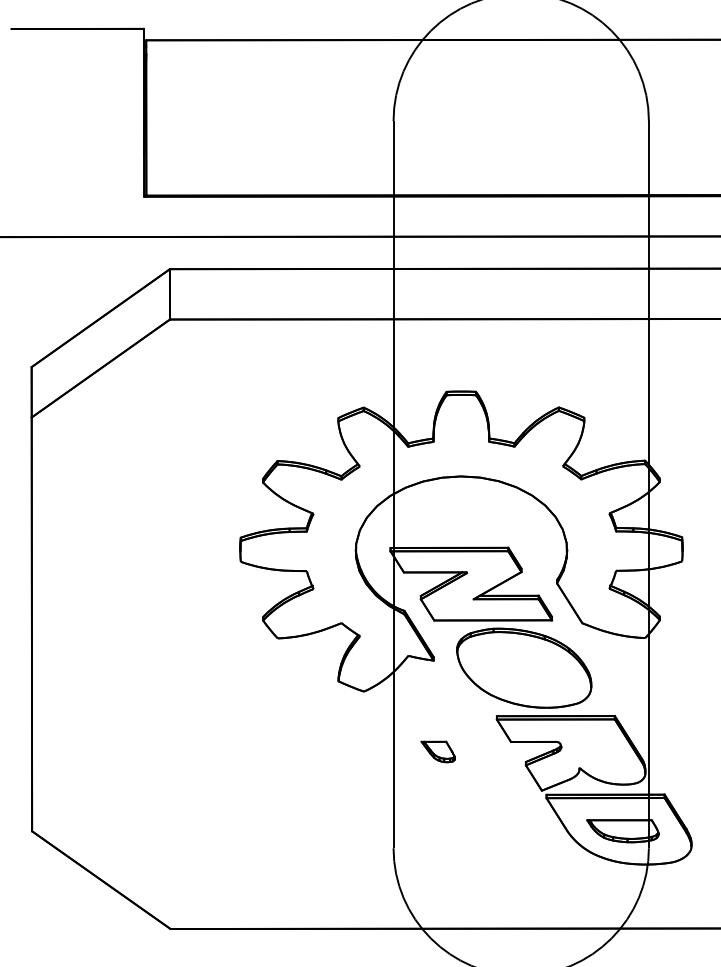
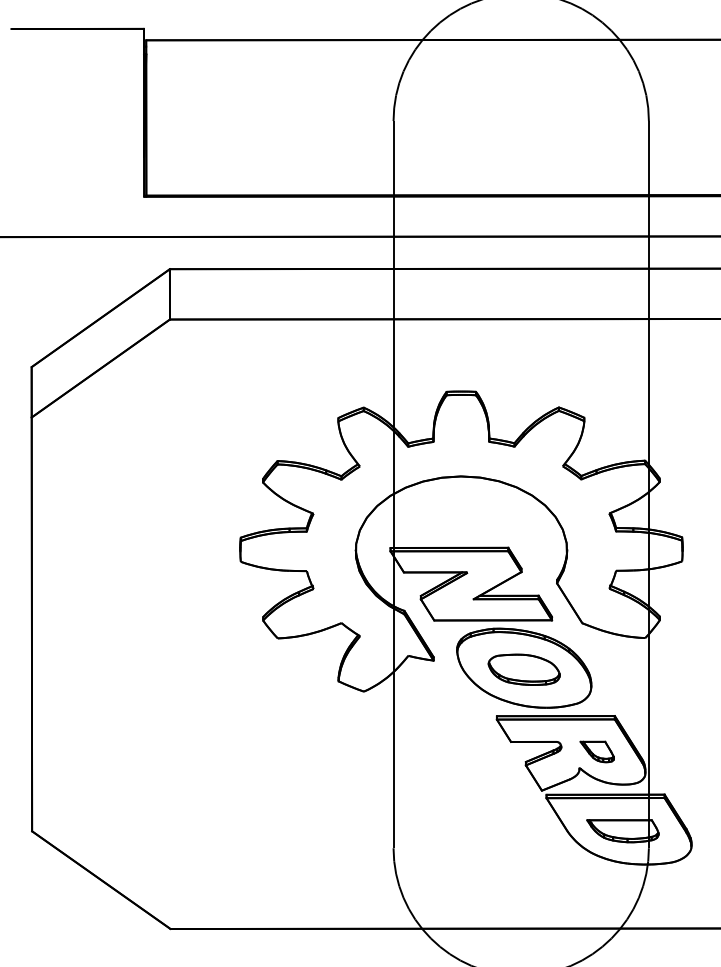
part at (523, 669): none -> present
part at (437, 751) position: (437, 751) -> (596, 751)
